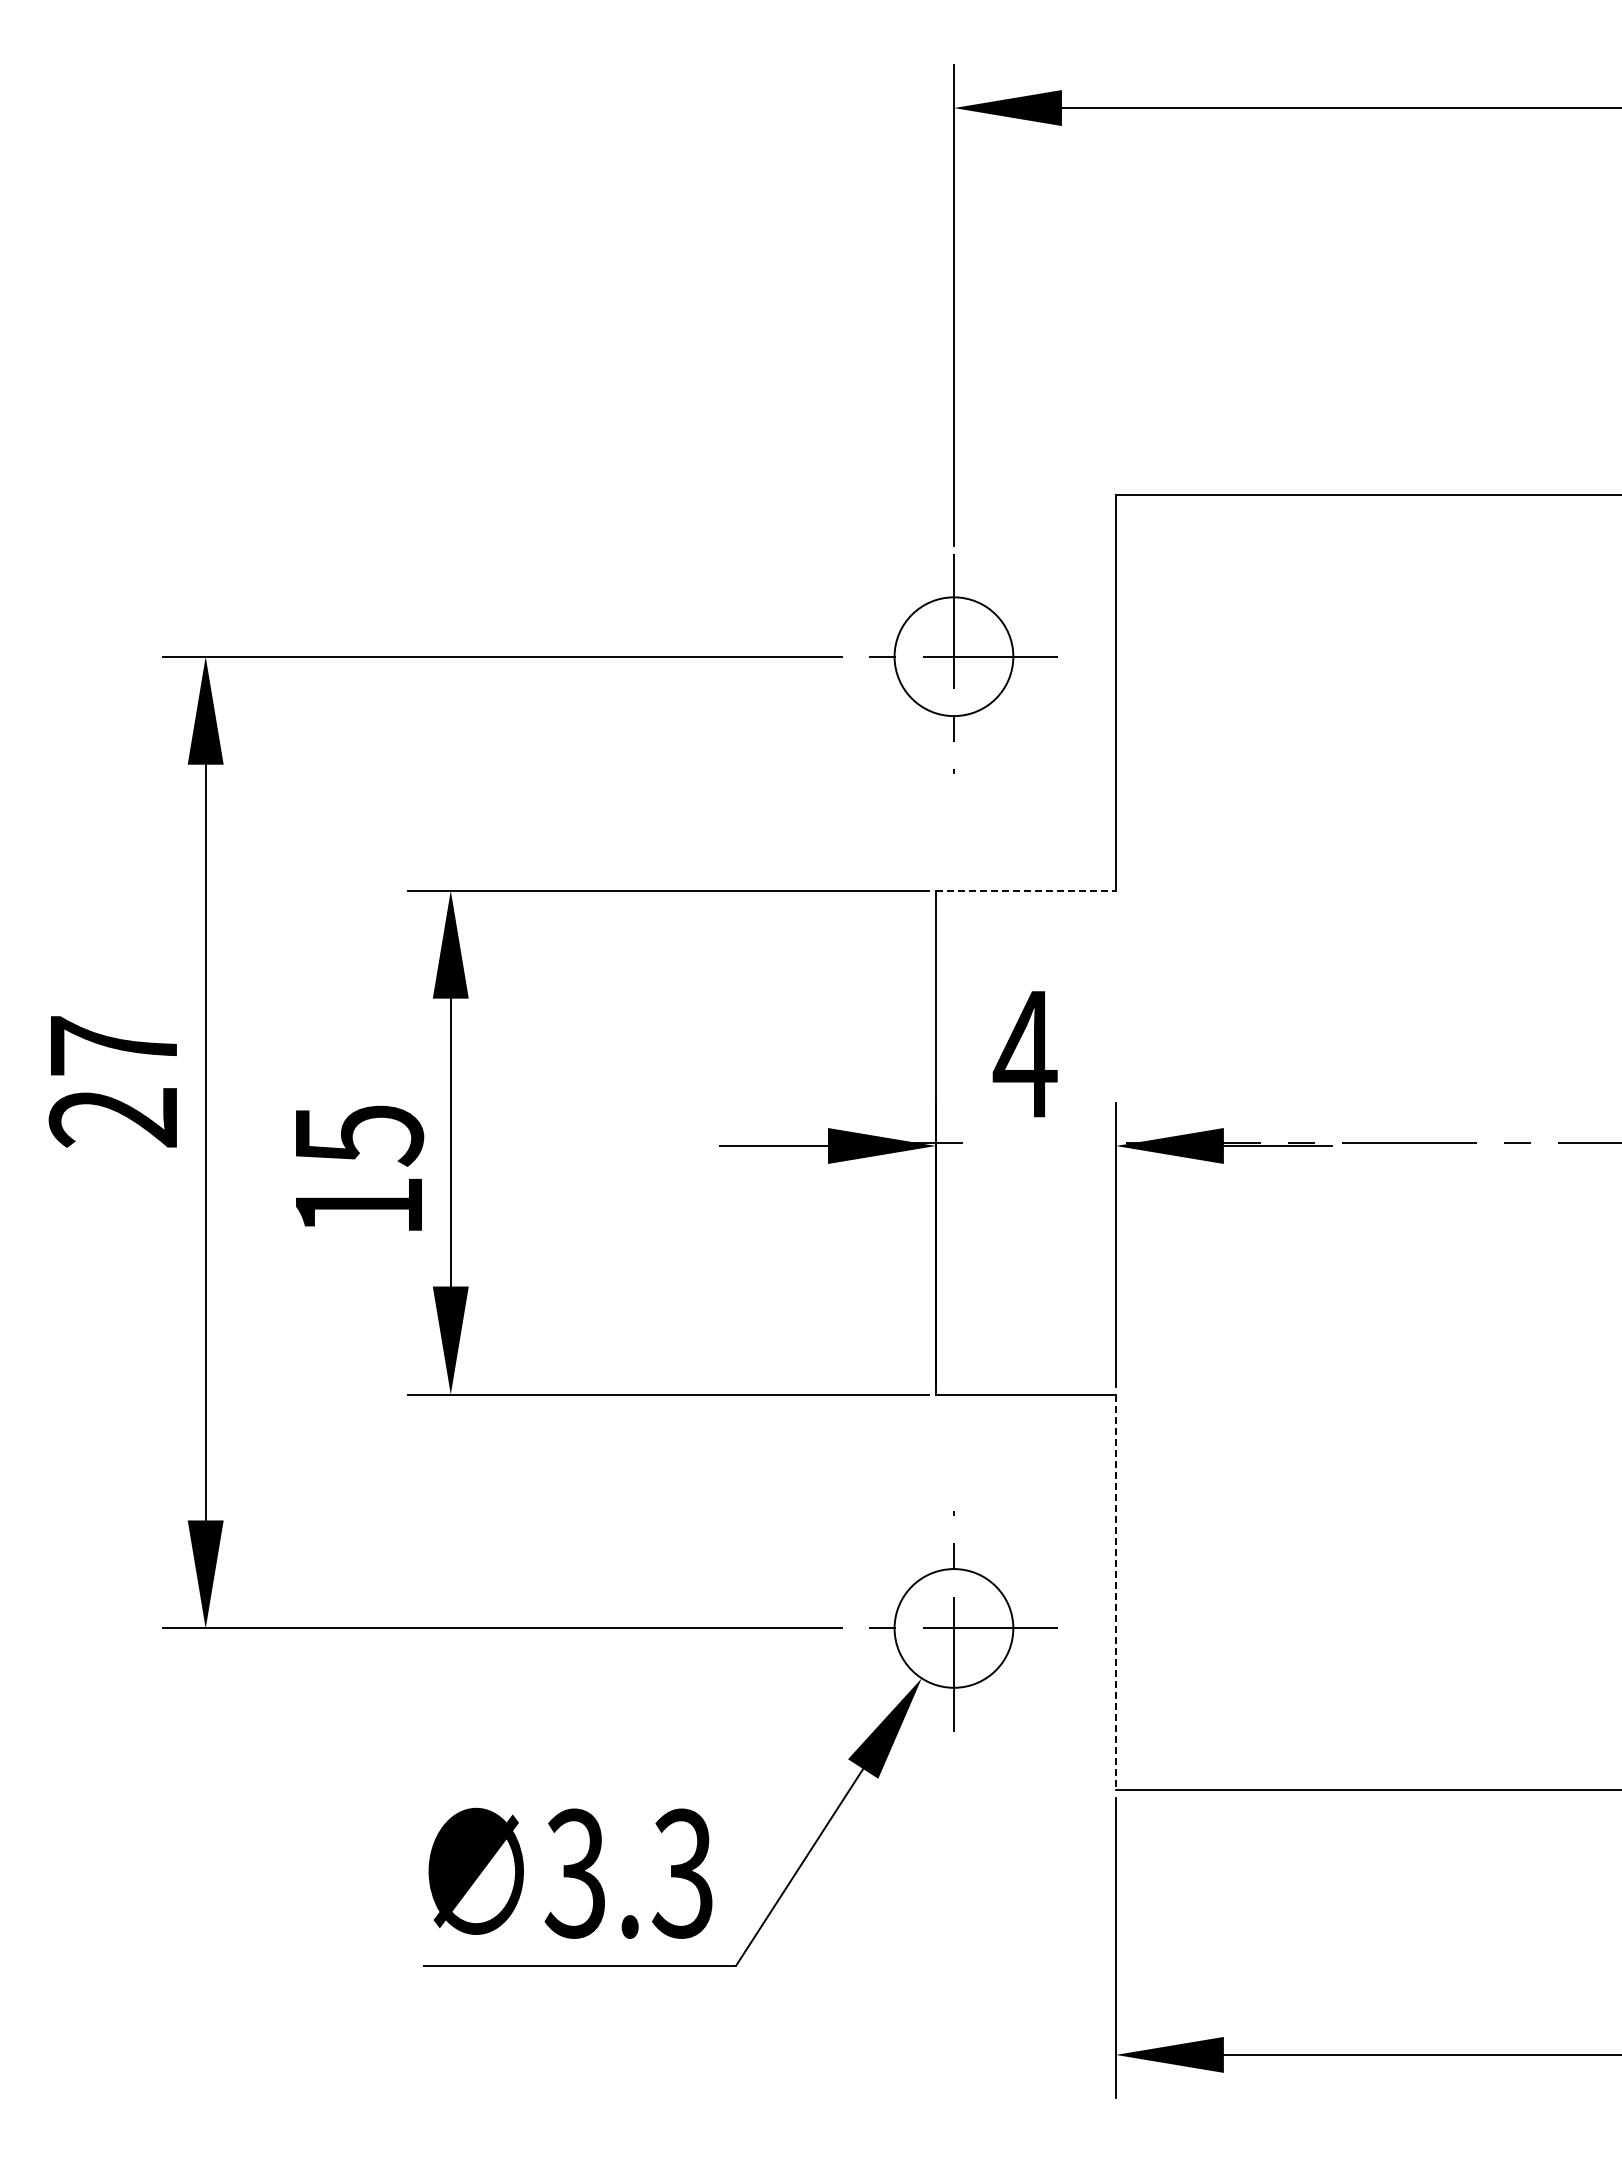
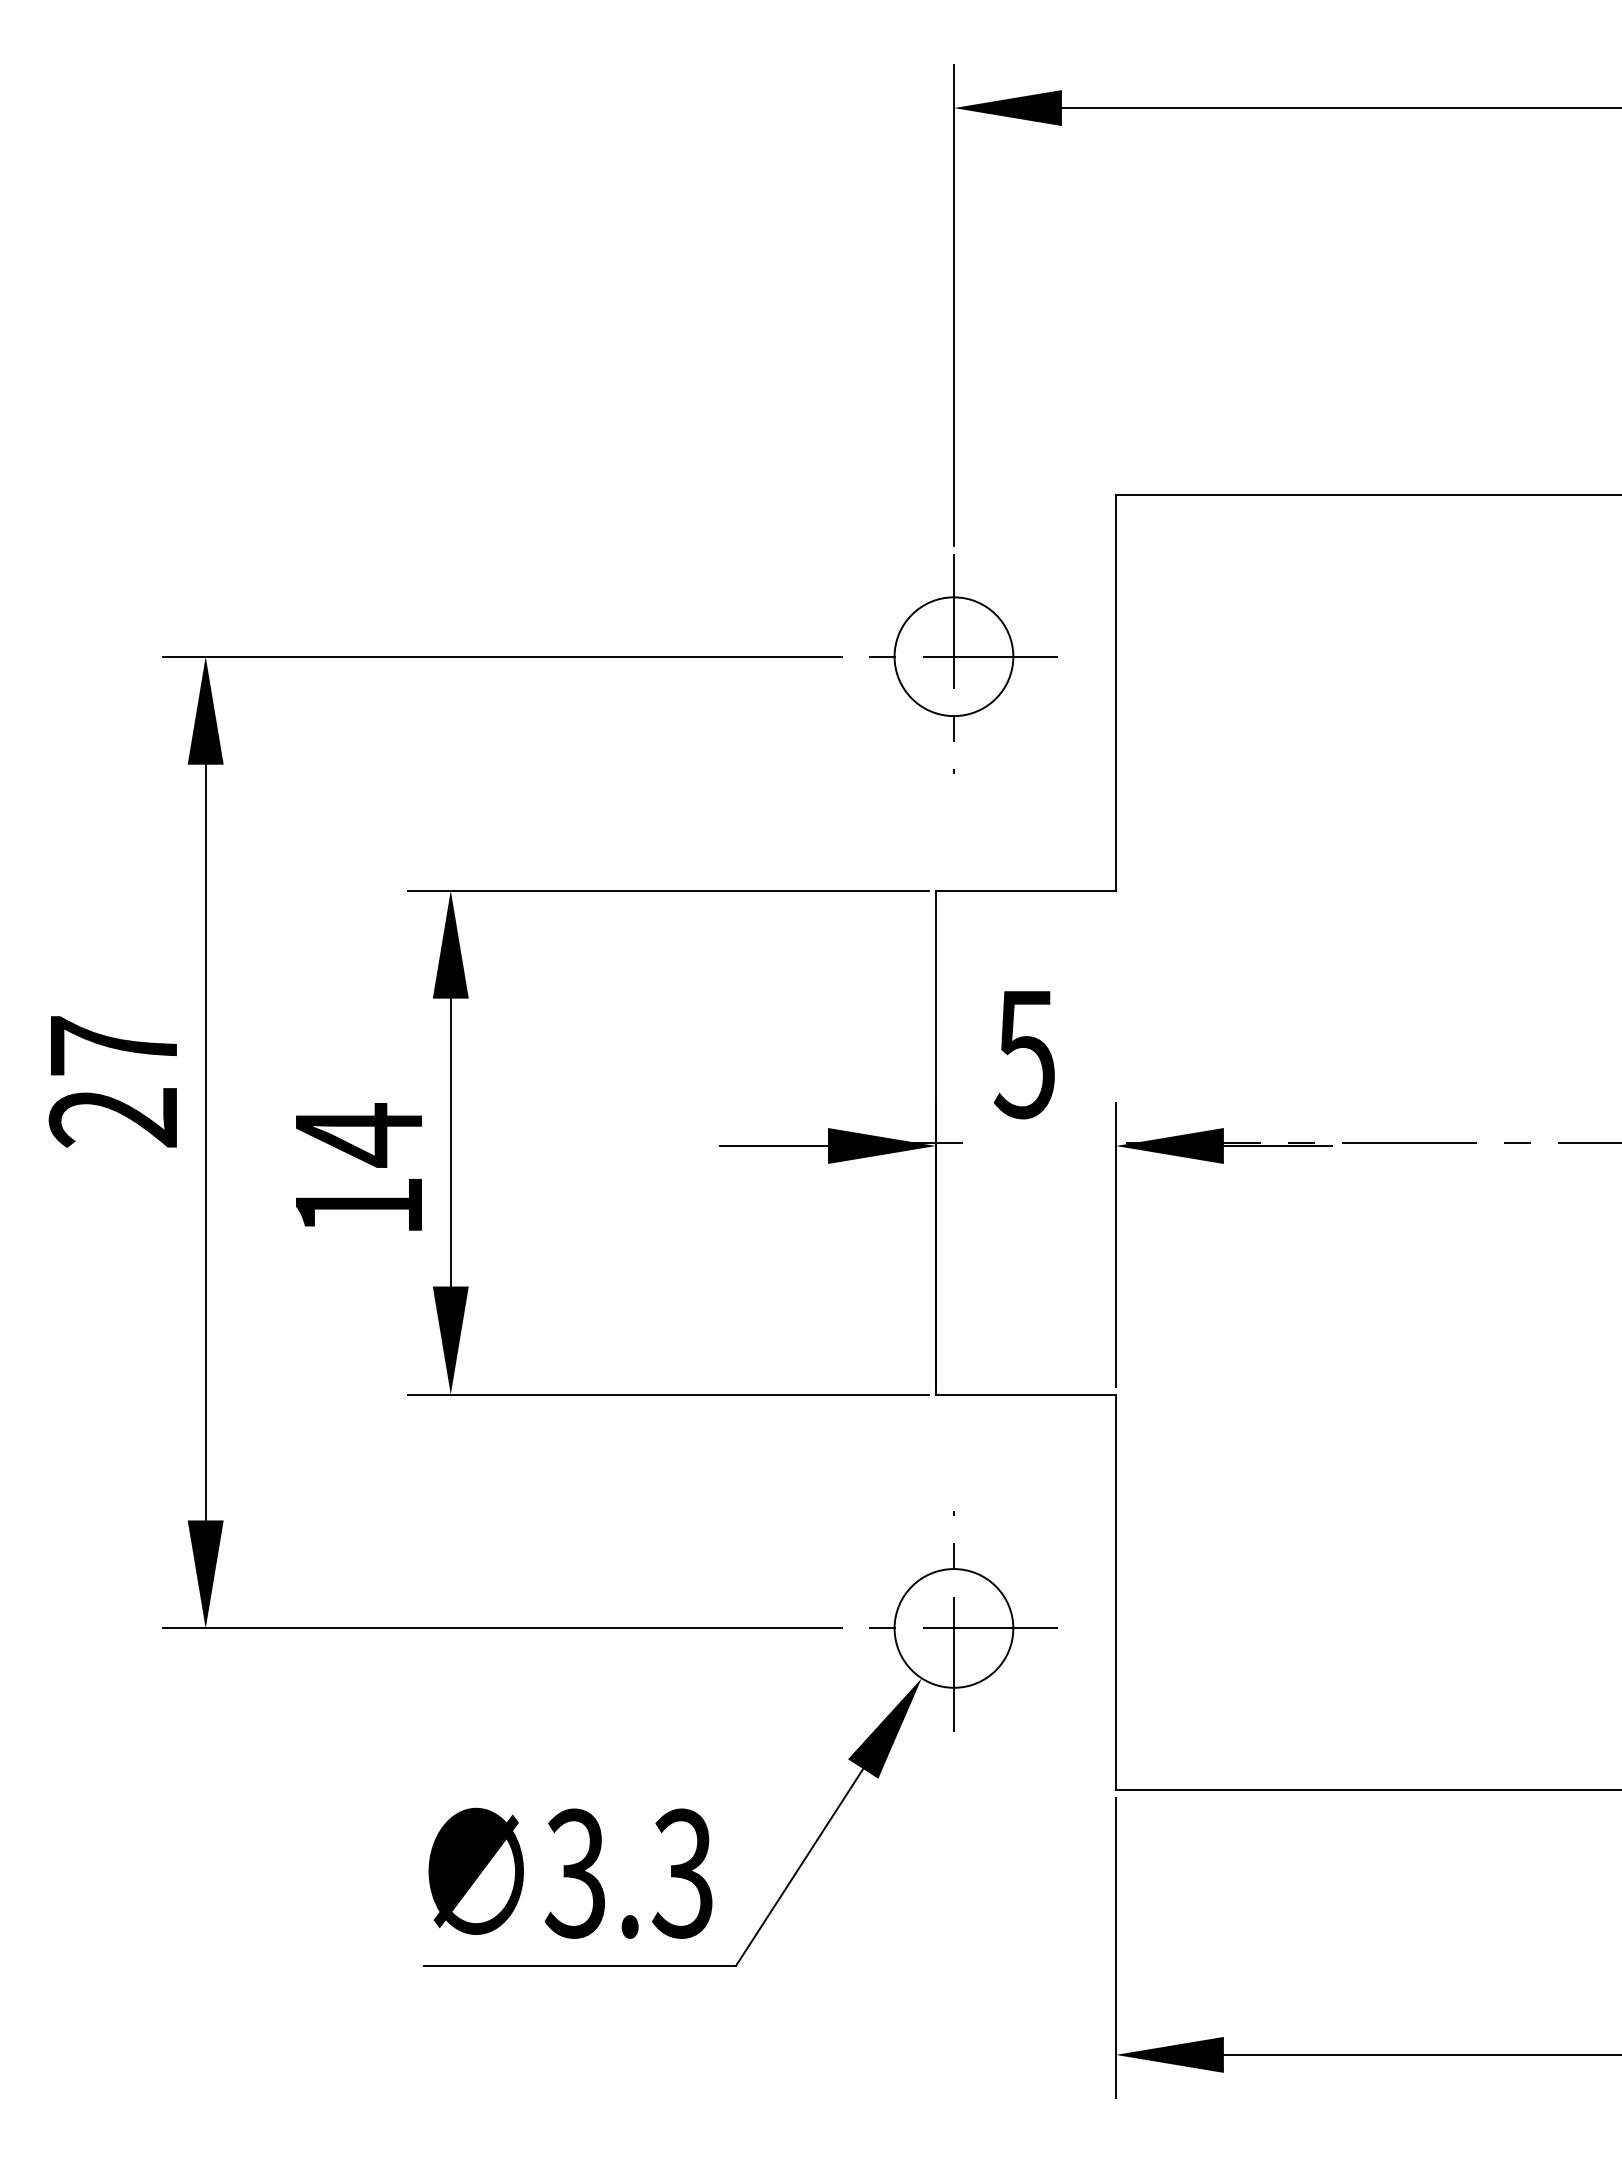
line at (1025, 890): dashed -> solid
text at (1024, 1055): 4 -> 5
text at (360, 1135): 15 -> 14
line at (1115, 1592): dashed -> solid
